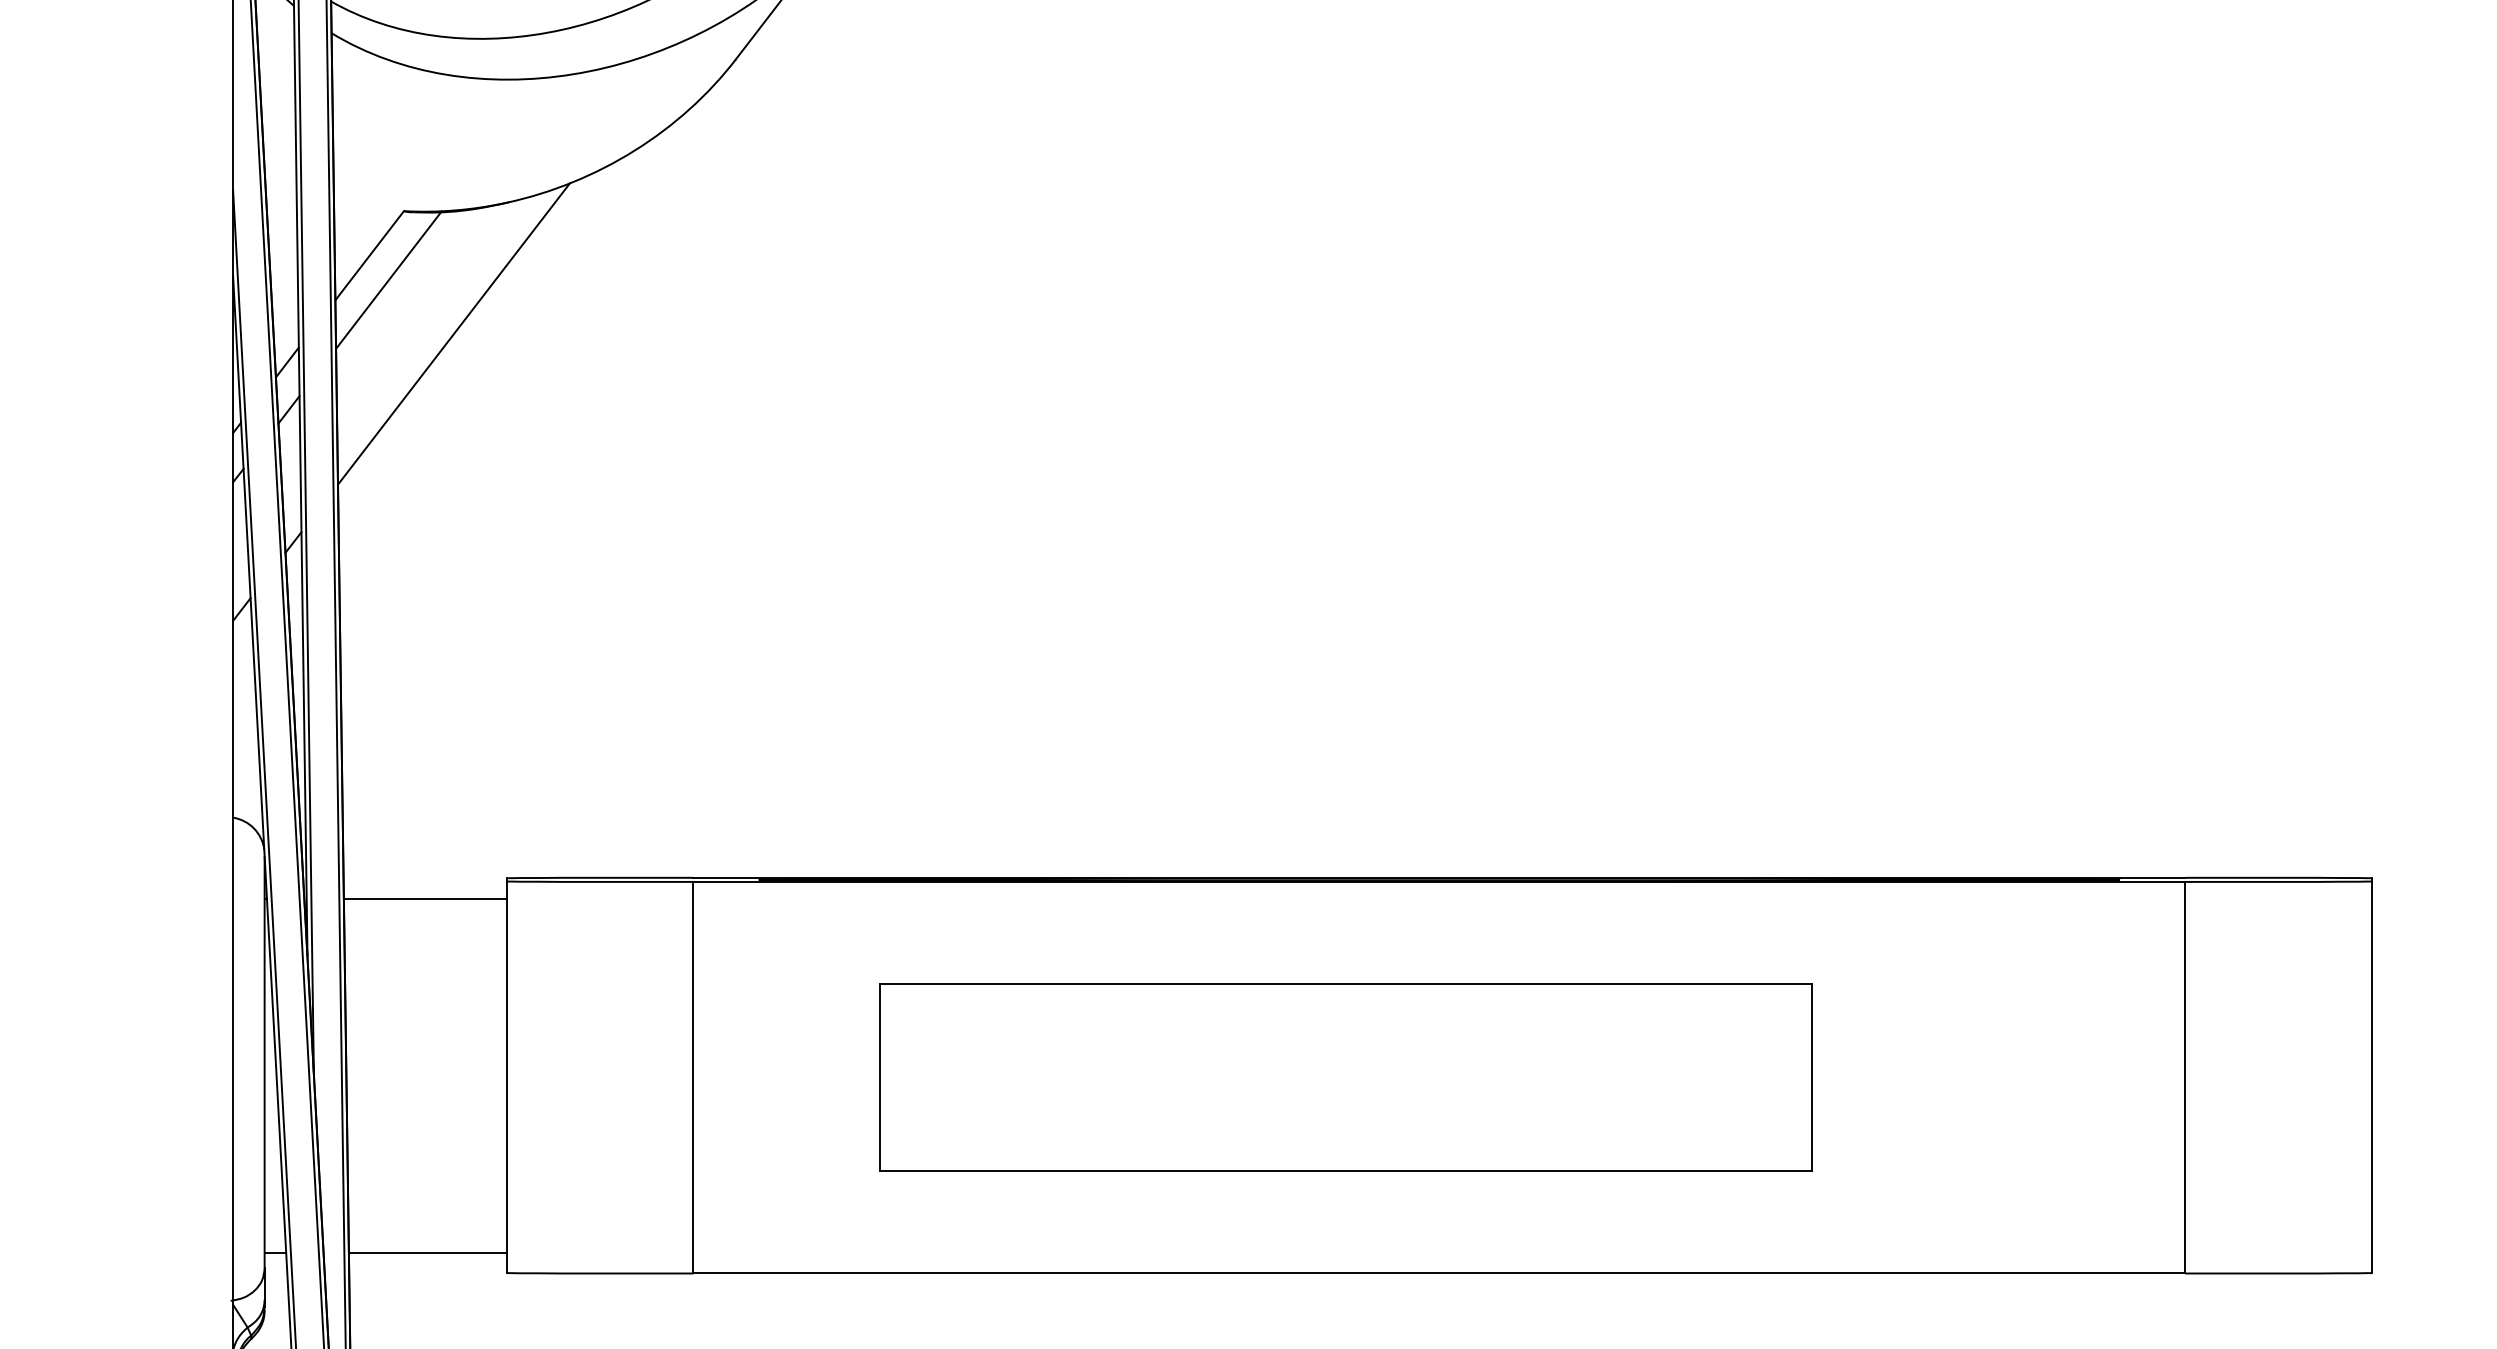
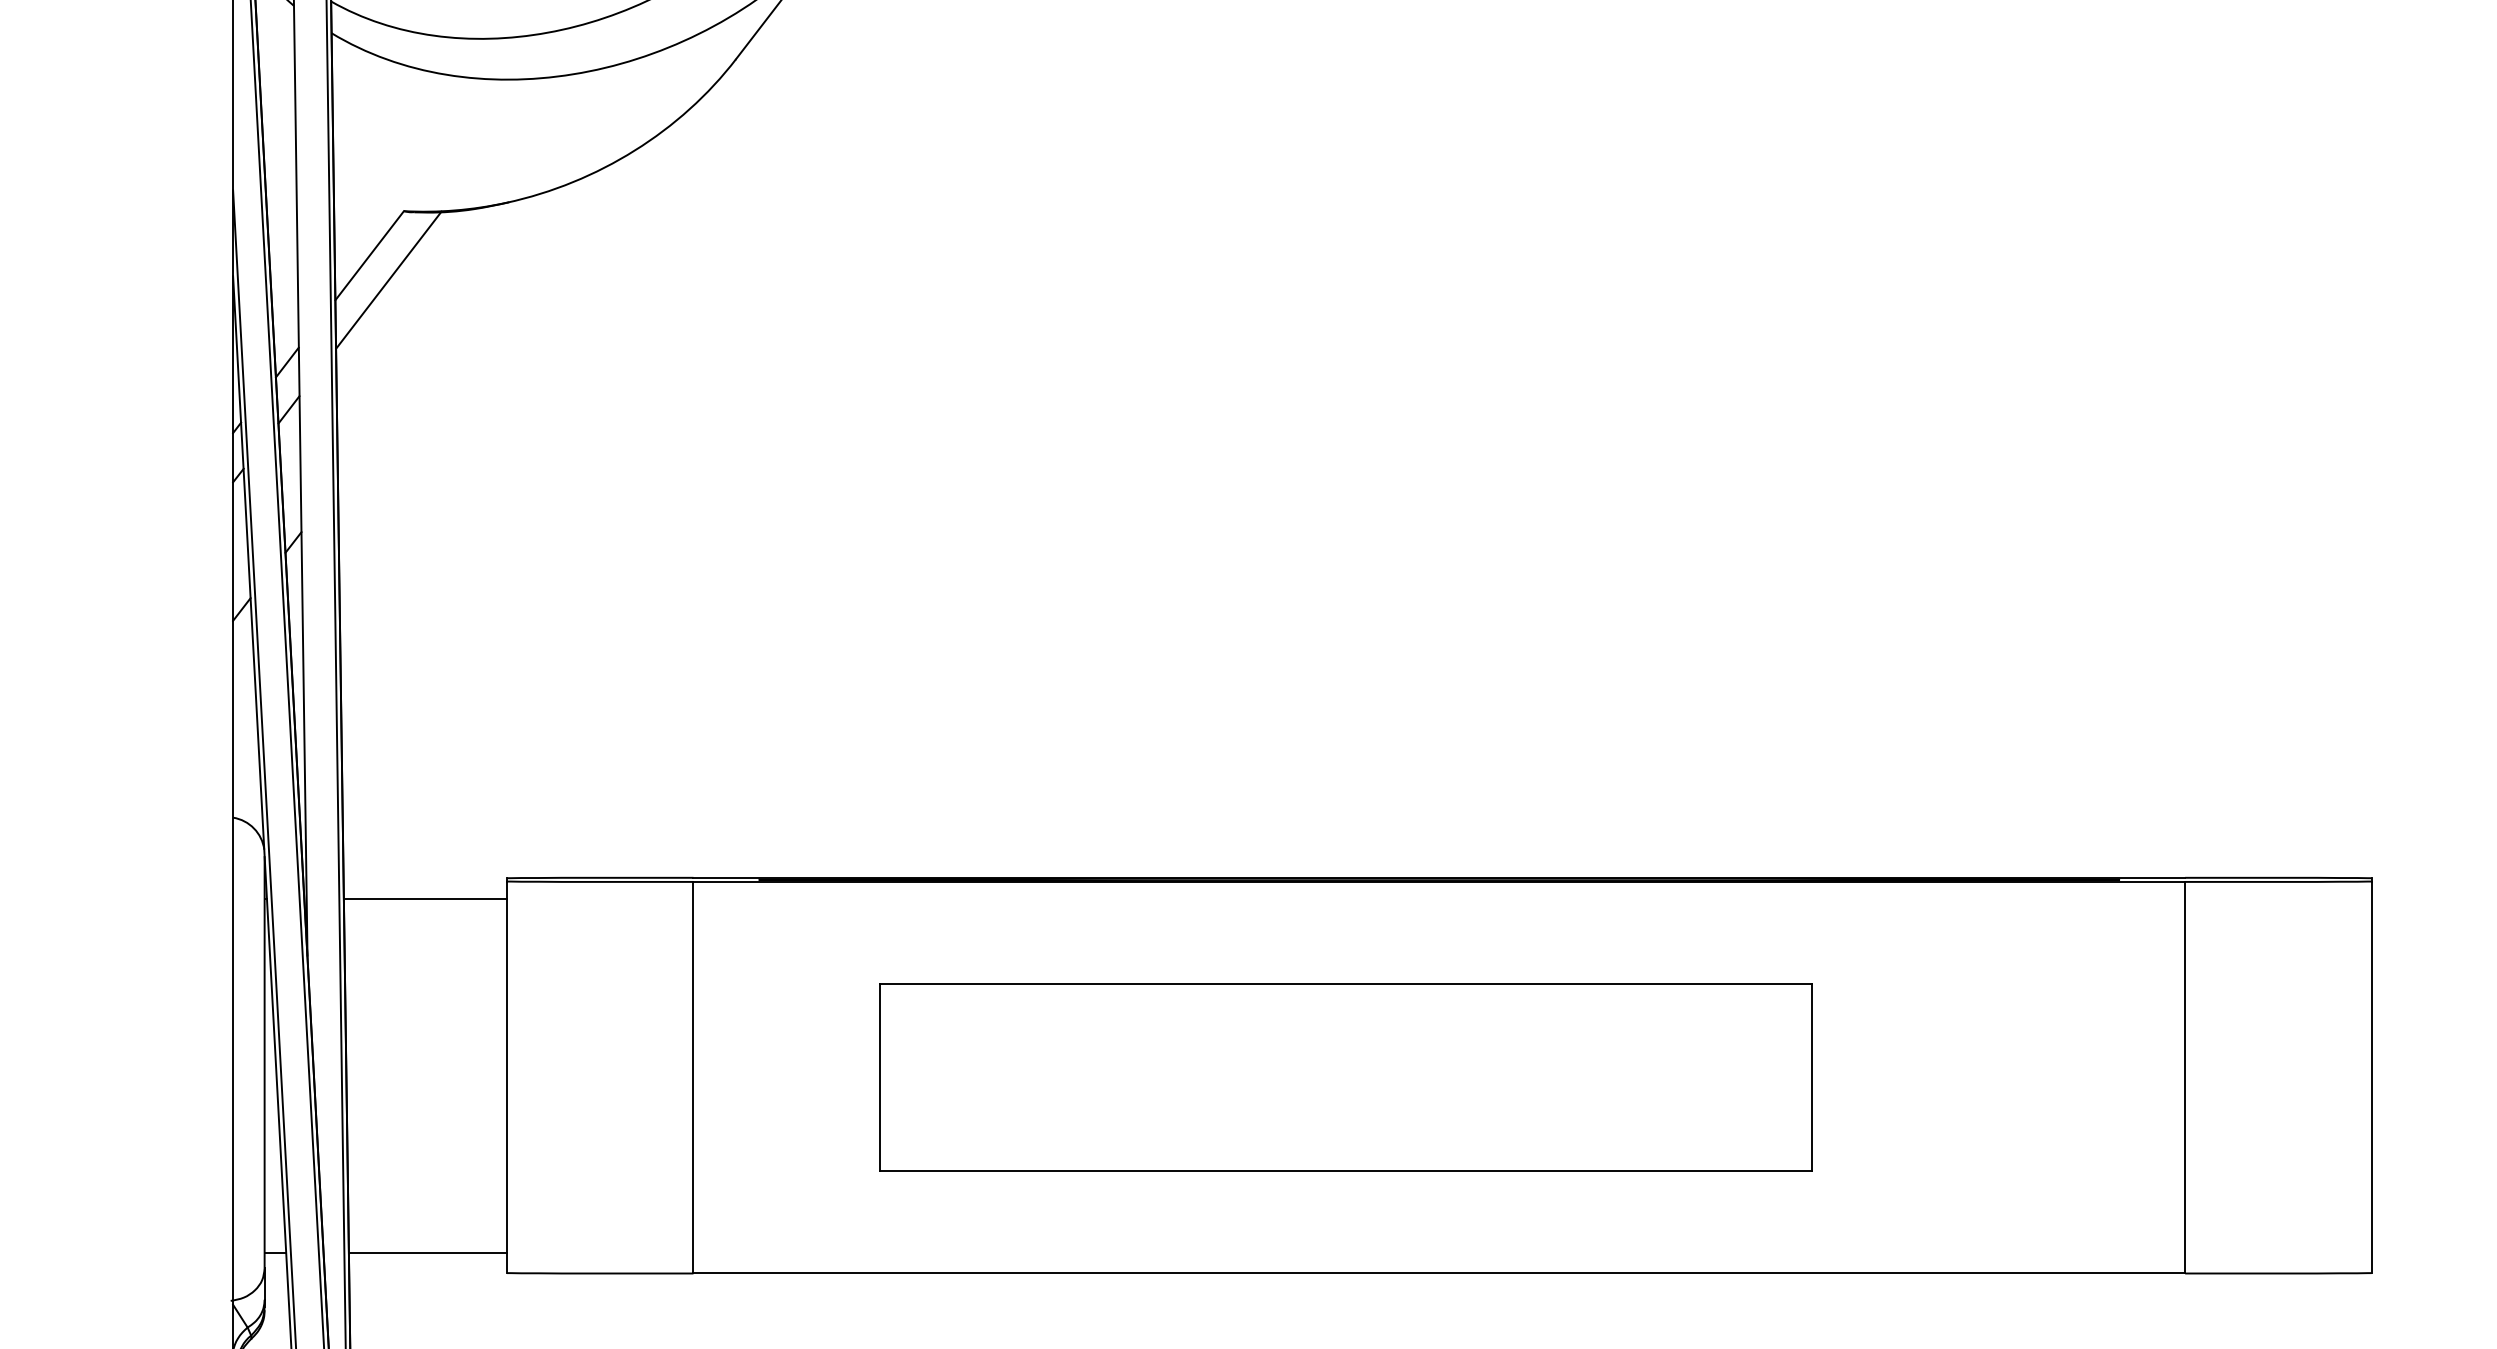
line at (453, 333): present -> none
line at (305, 536): present -> none
